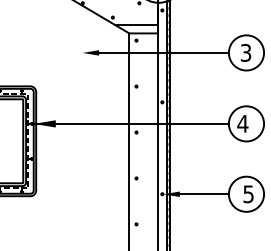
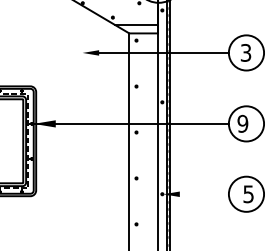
text at (242, 123): 4 -> 9
line at (203, 194): present -> none
